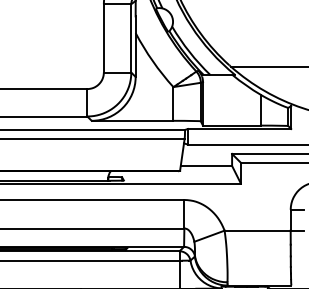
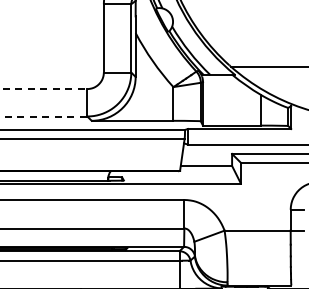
line at (44, 89): solid -> dashed
line at (44, 116): solid -> dashed
